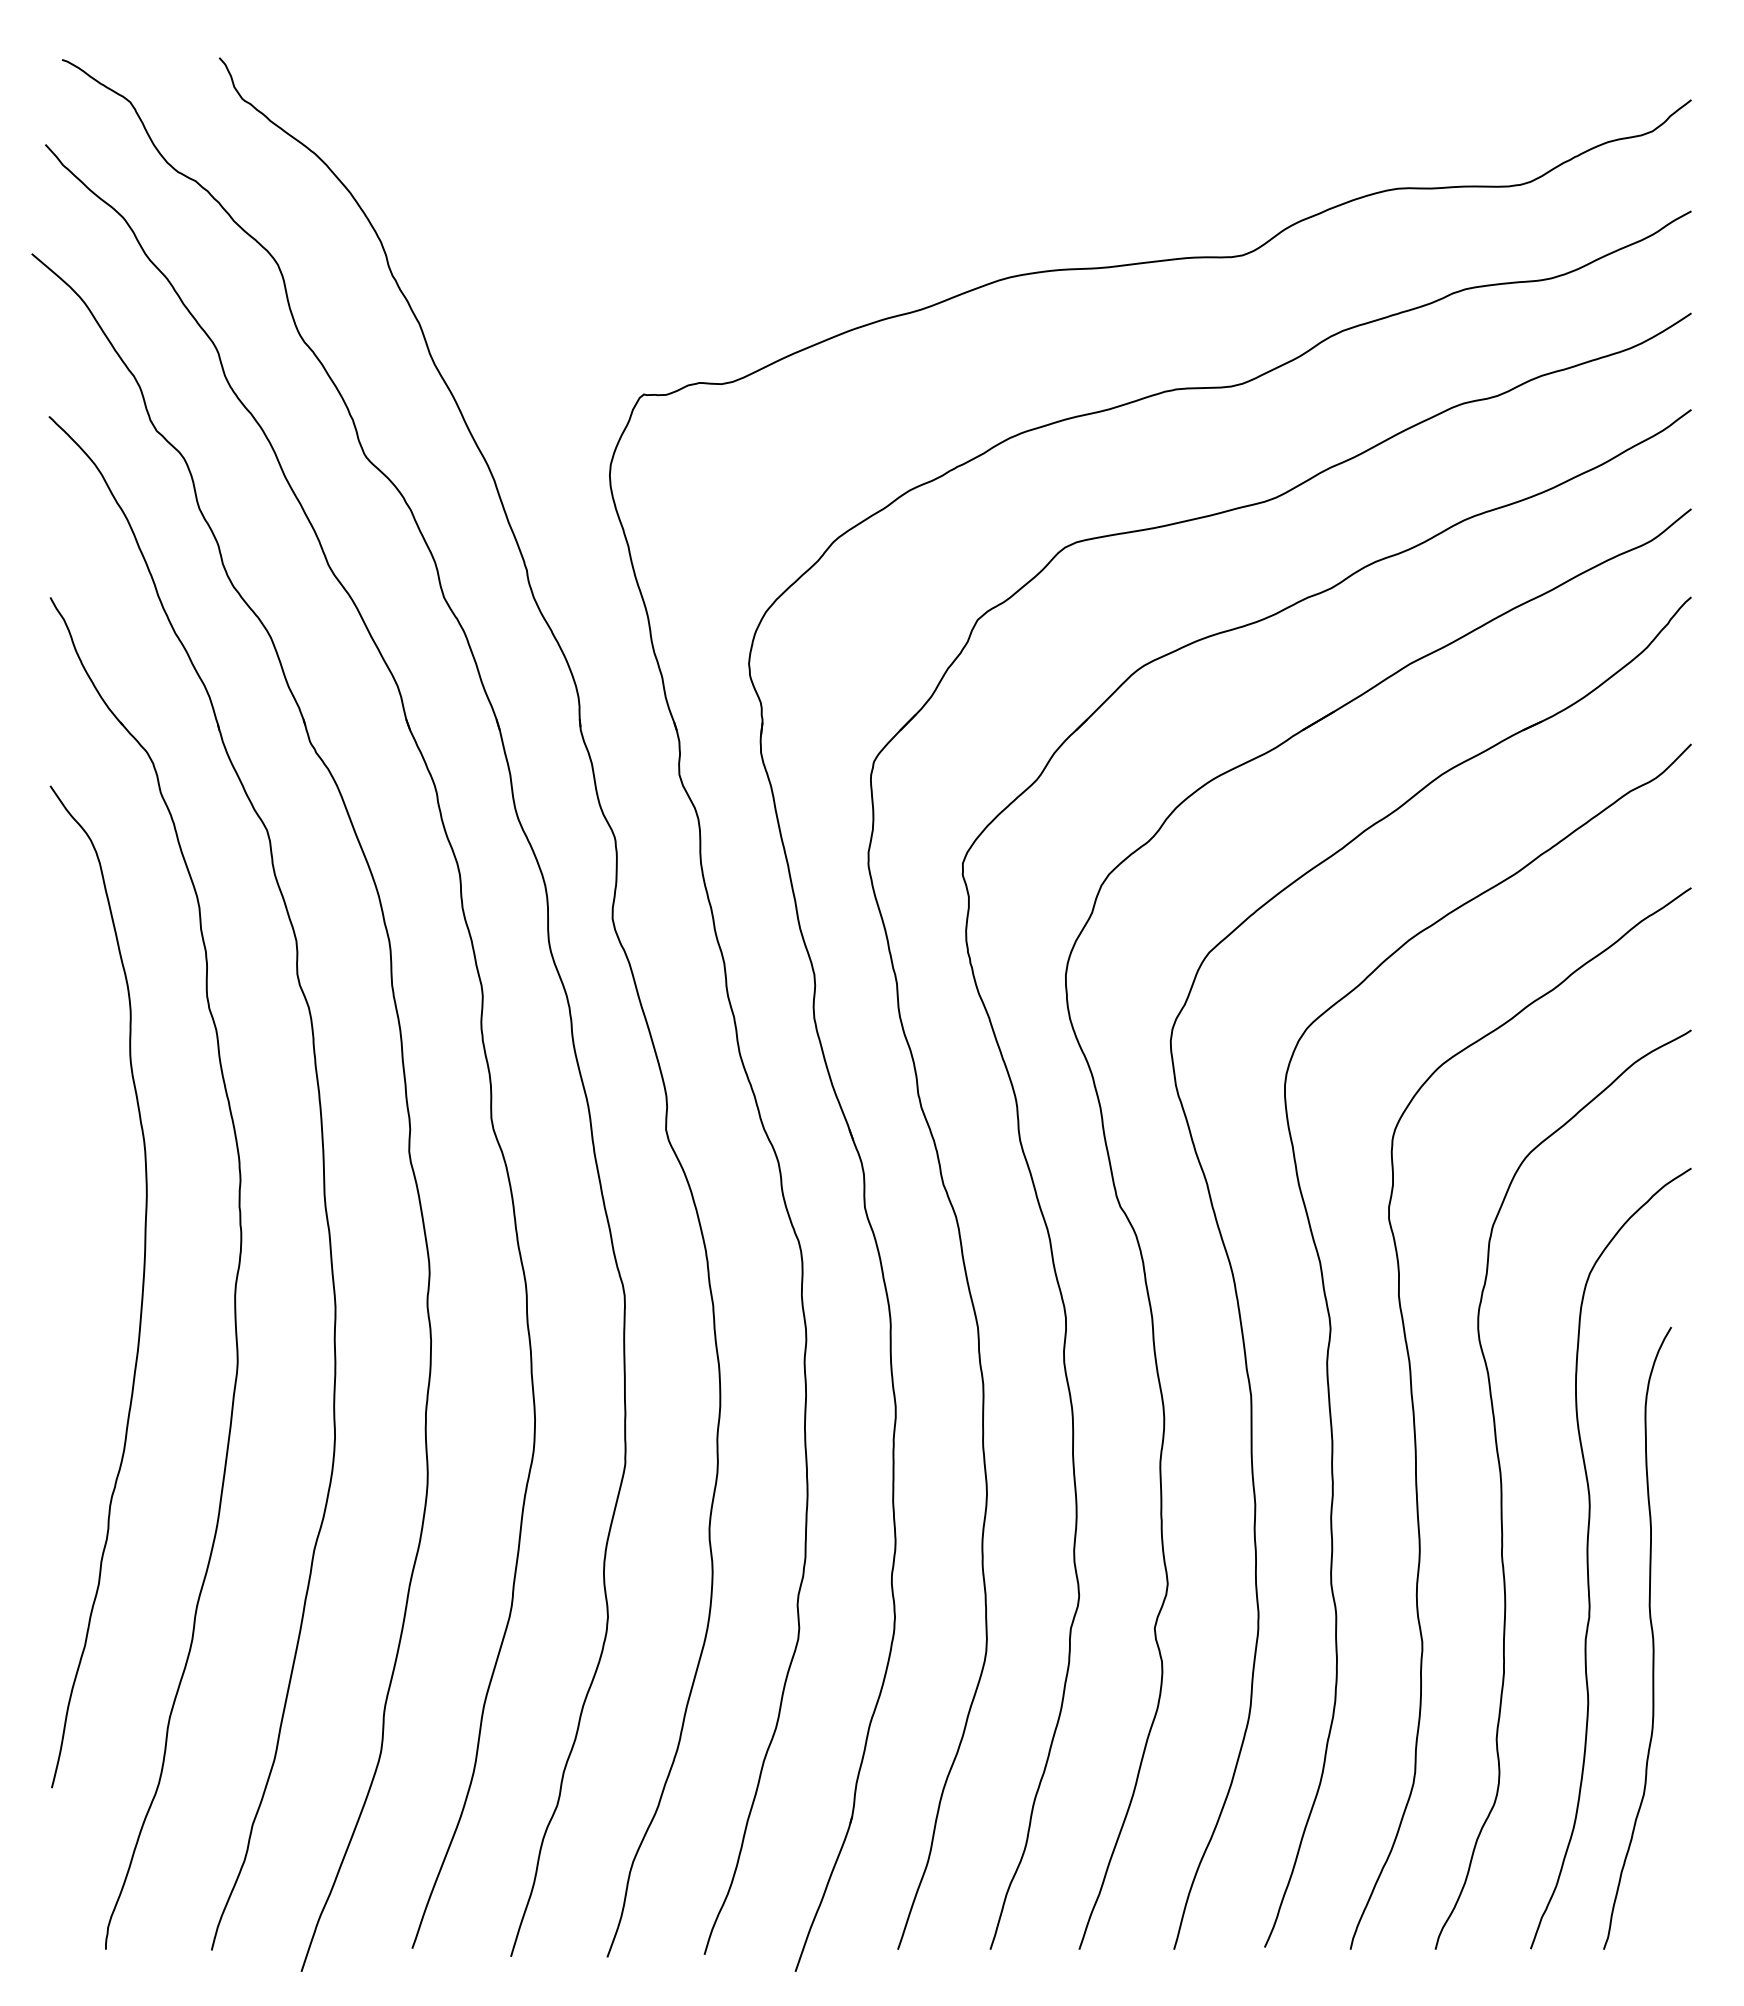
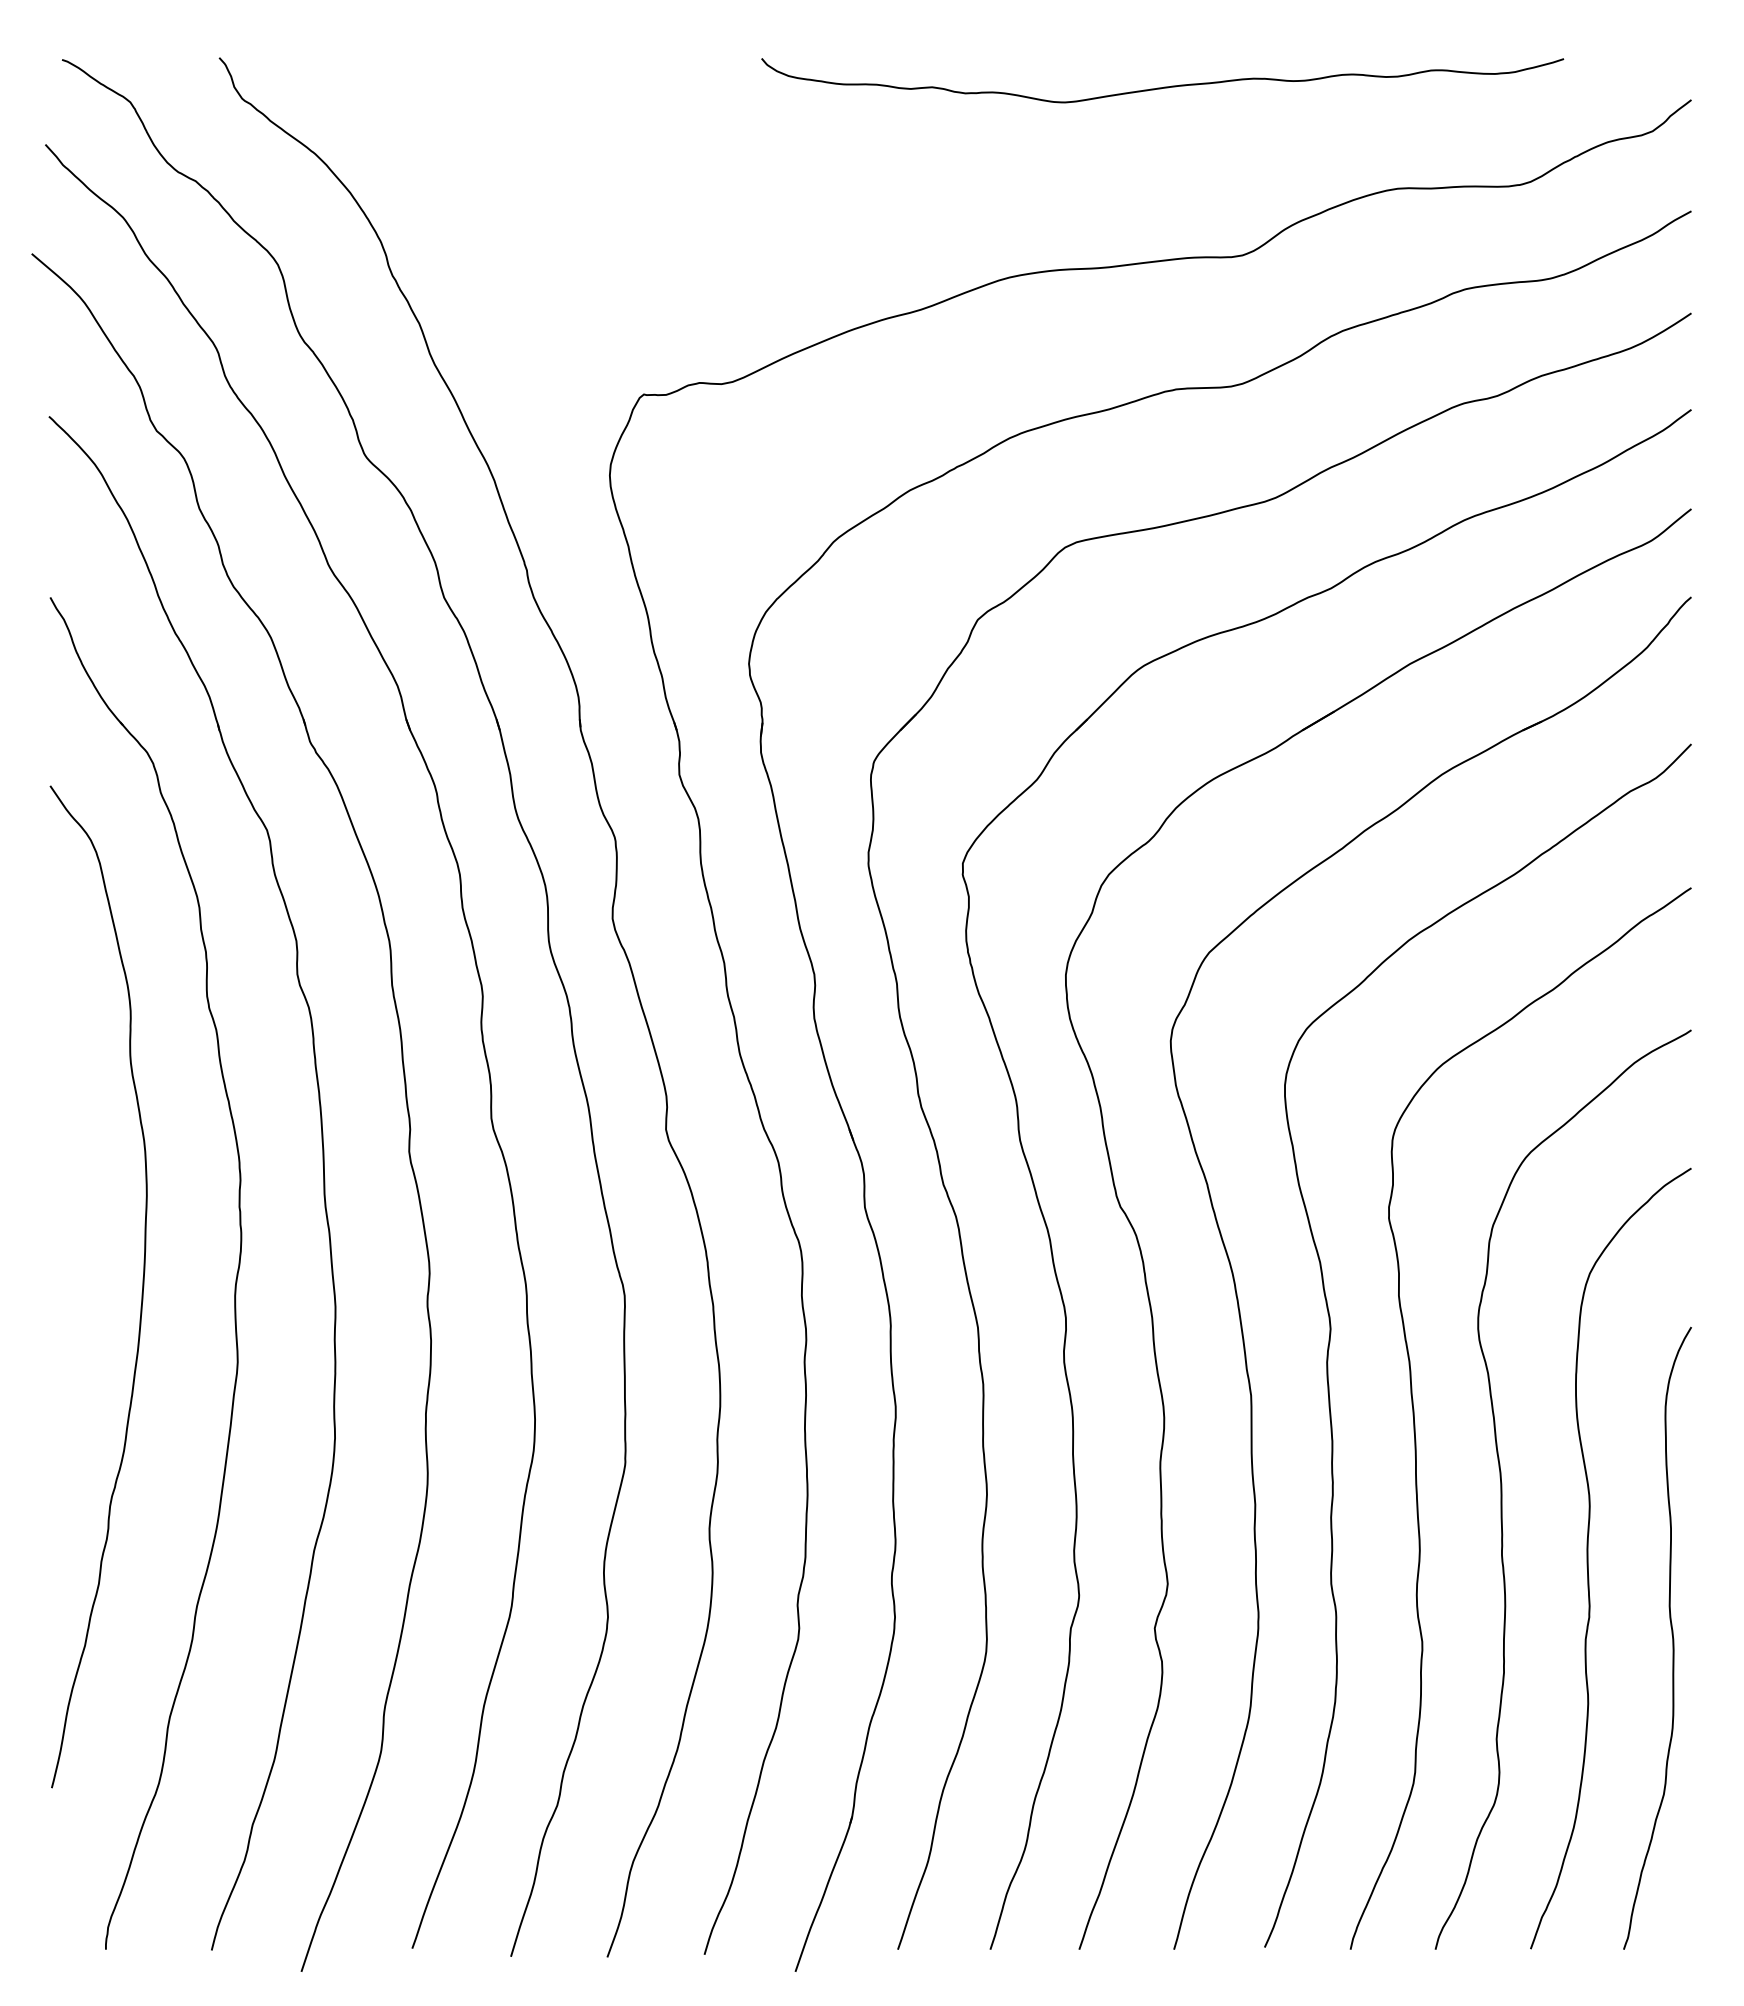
curve at (1164, 86): none -> present
curve at (1651, 1634) position: (1651, 1634) -> (1671, 1634)
